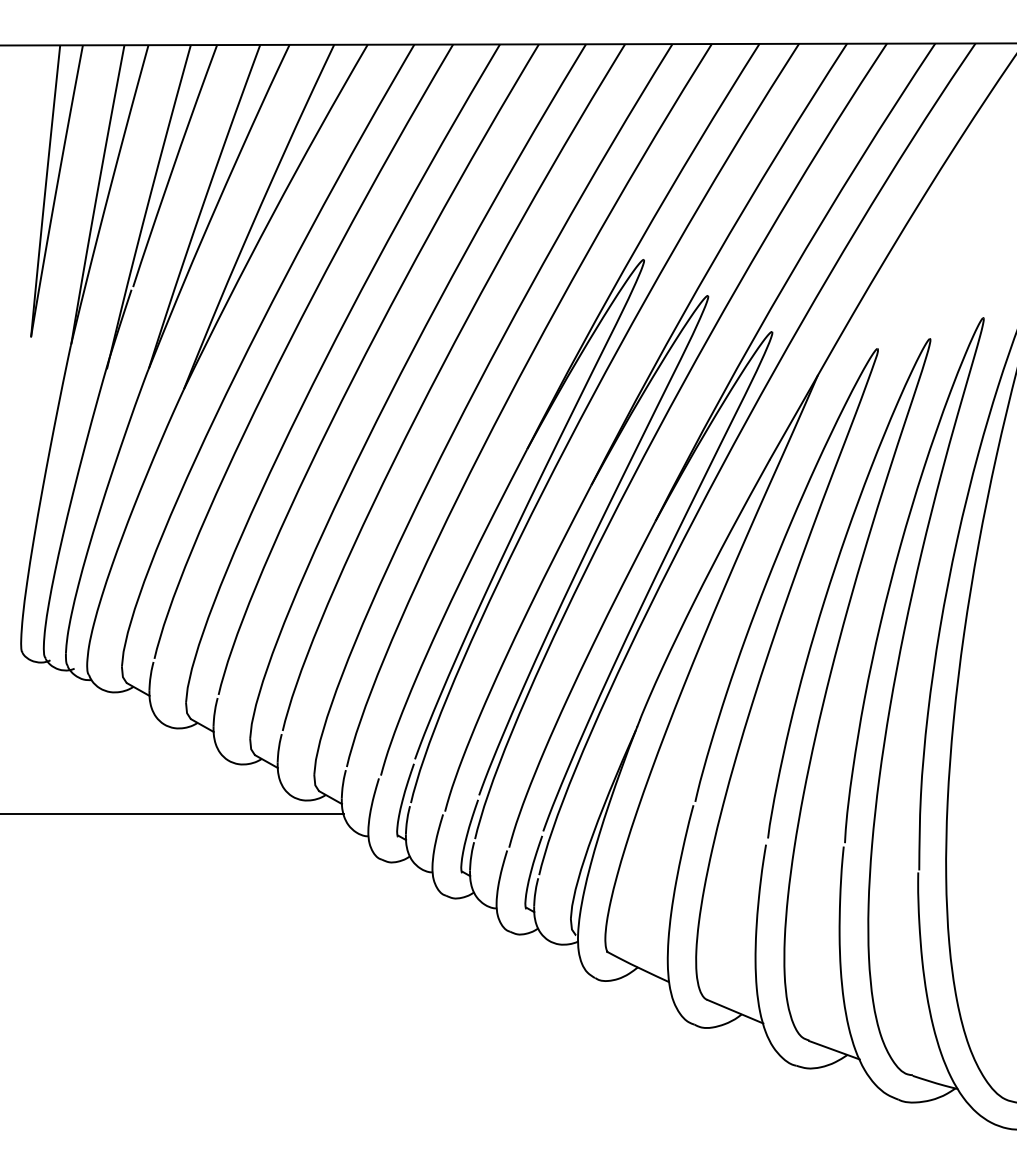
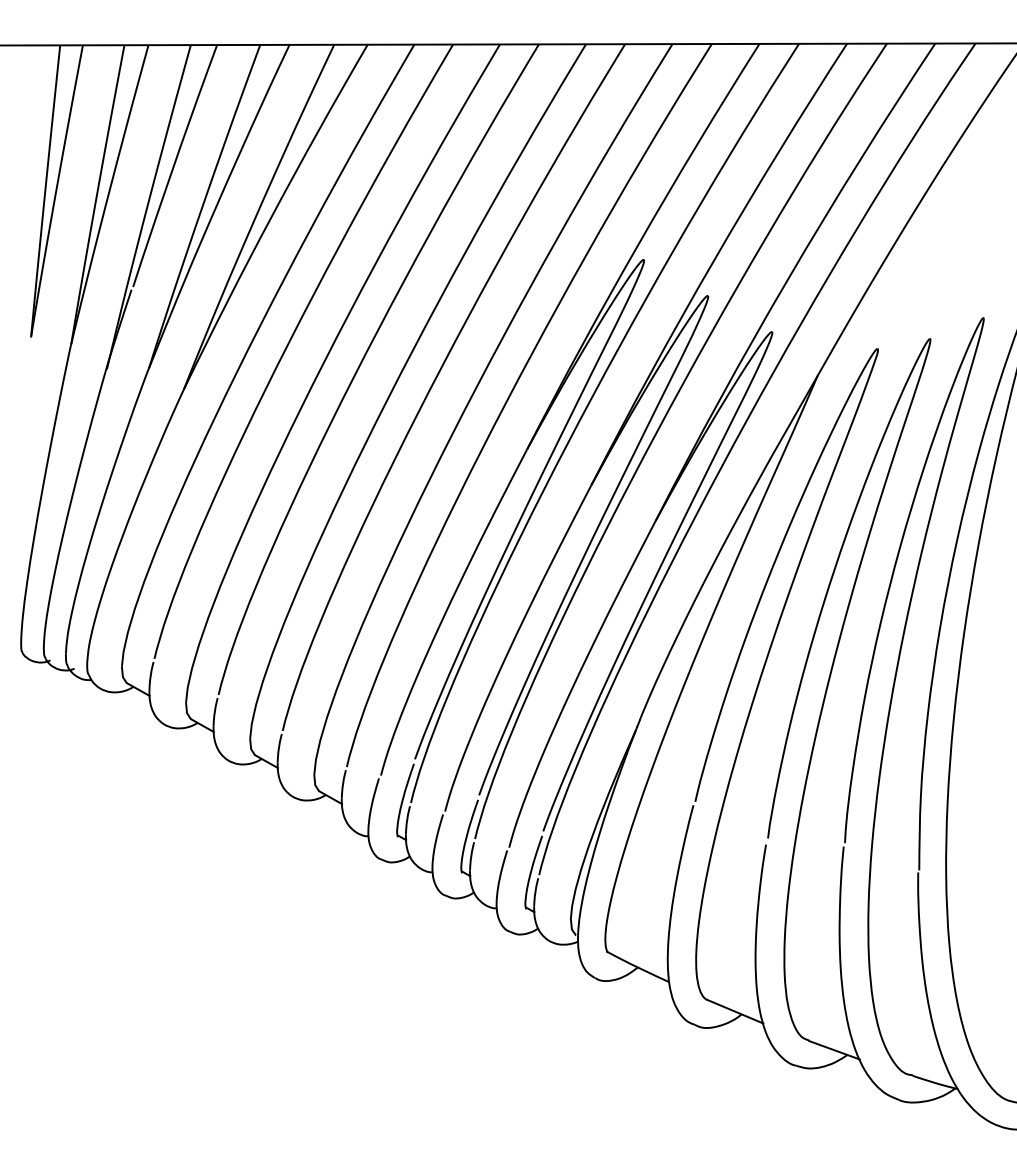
line at (172, 814): present -> none
